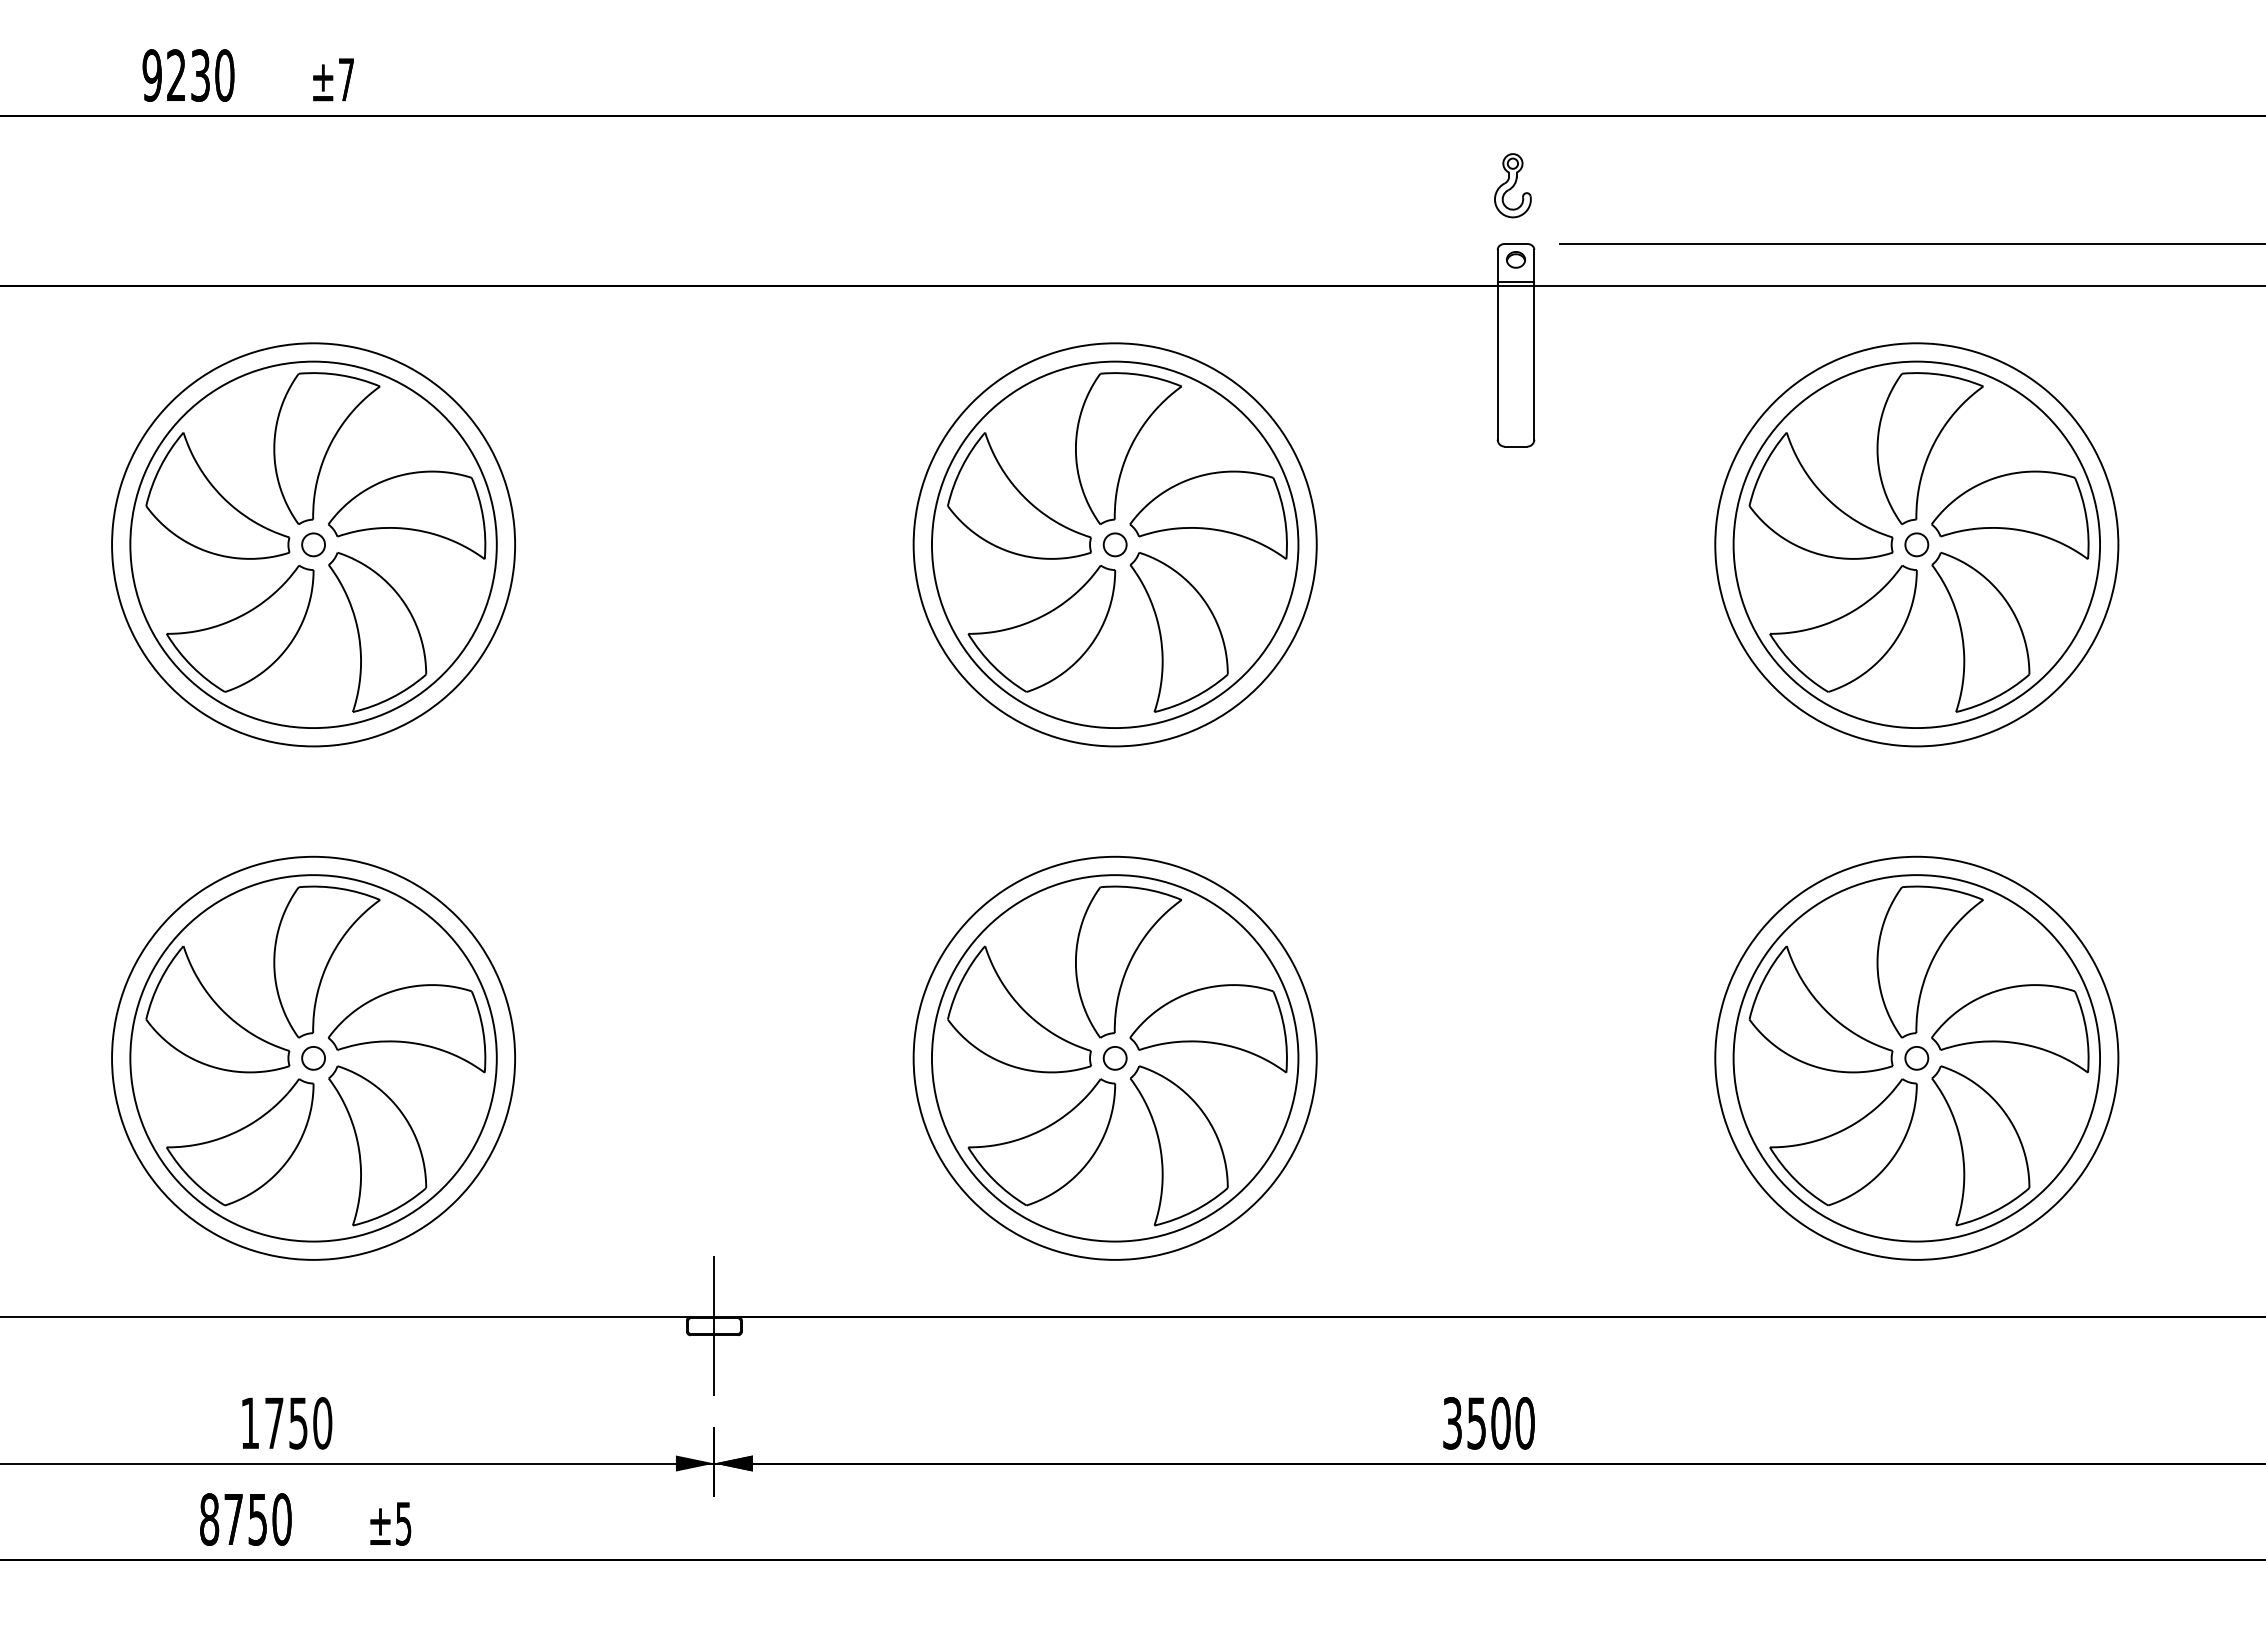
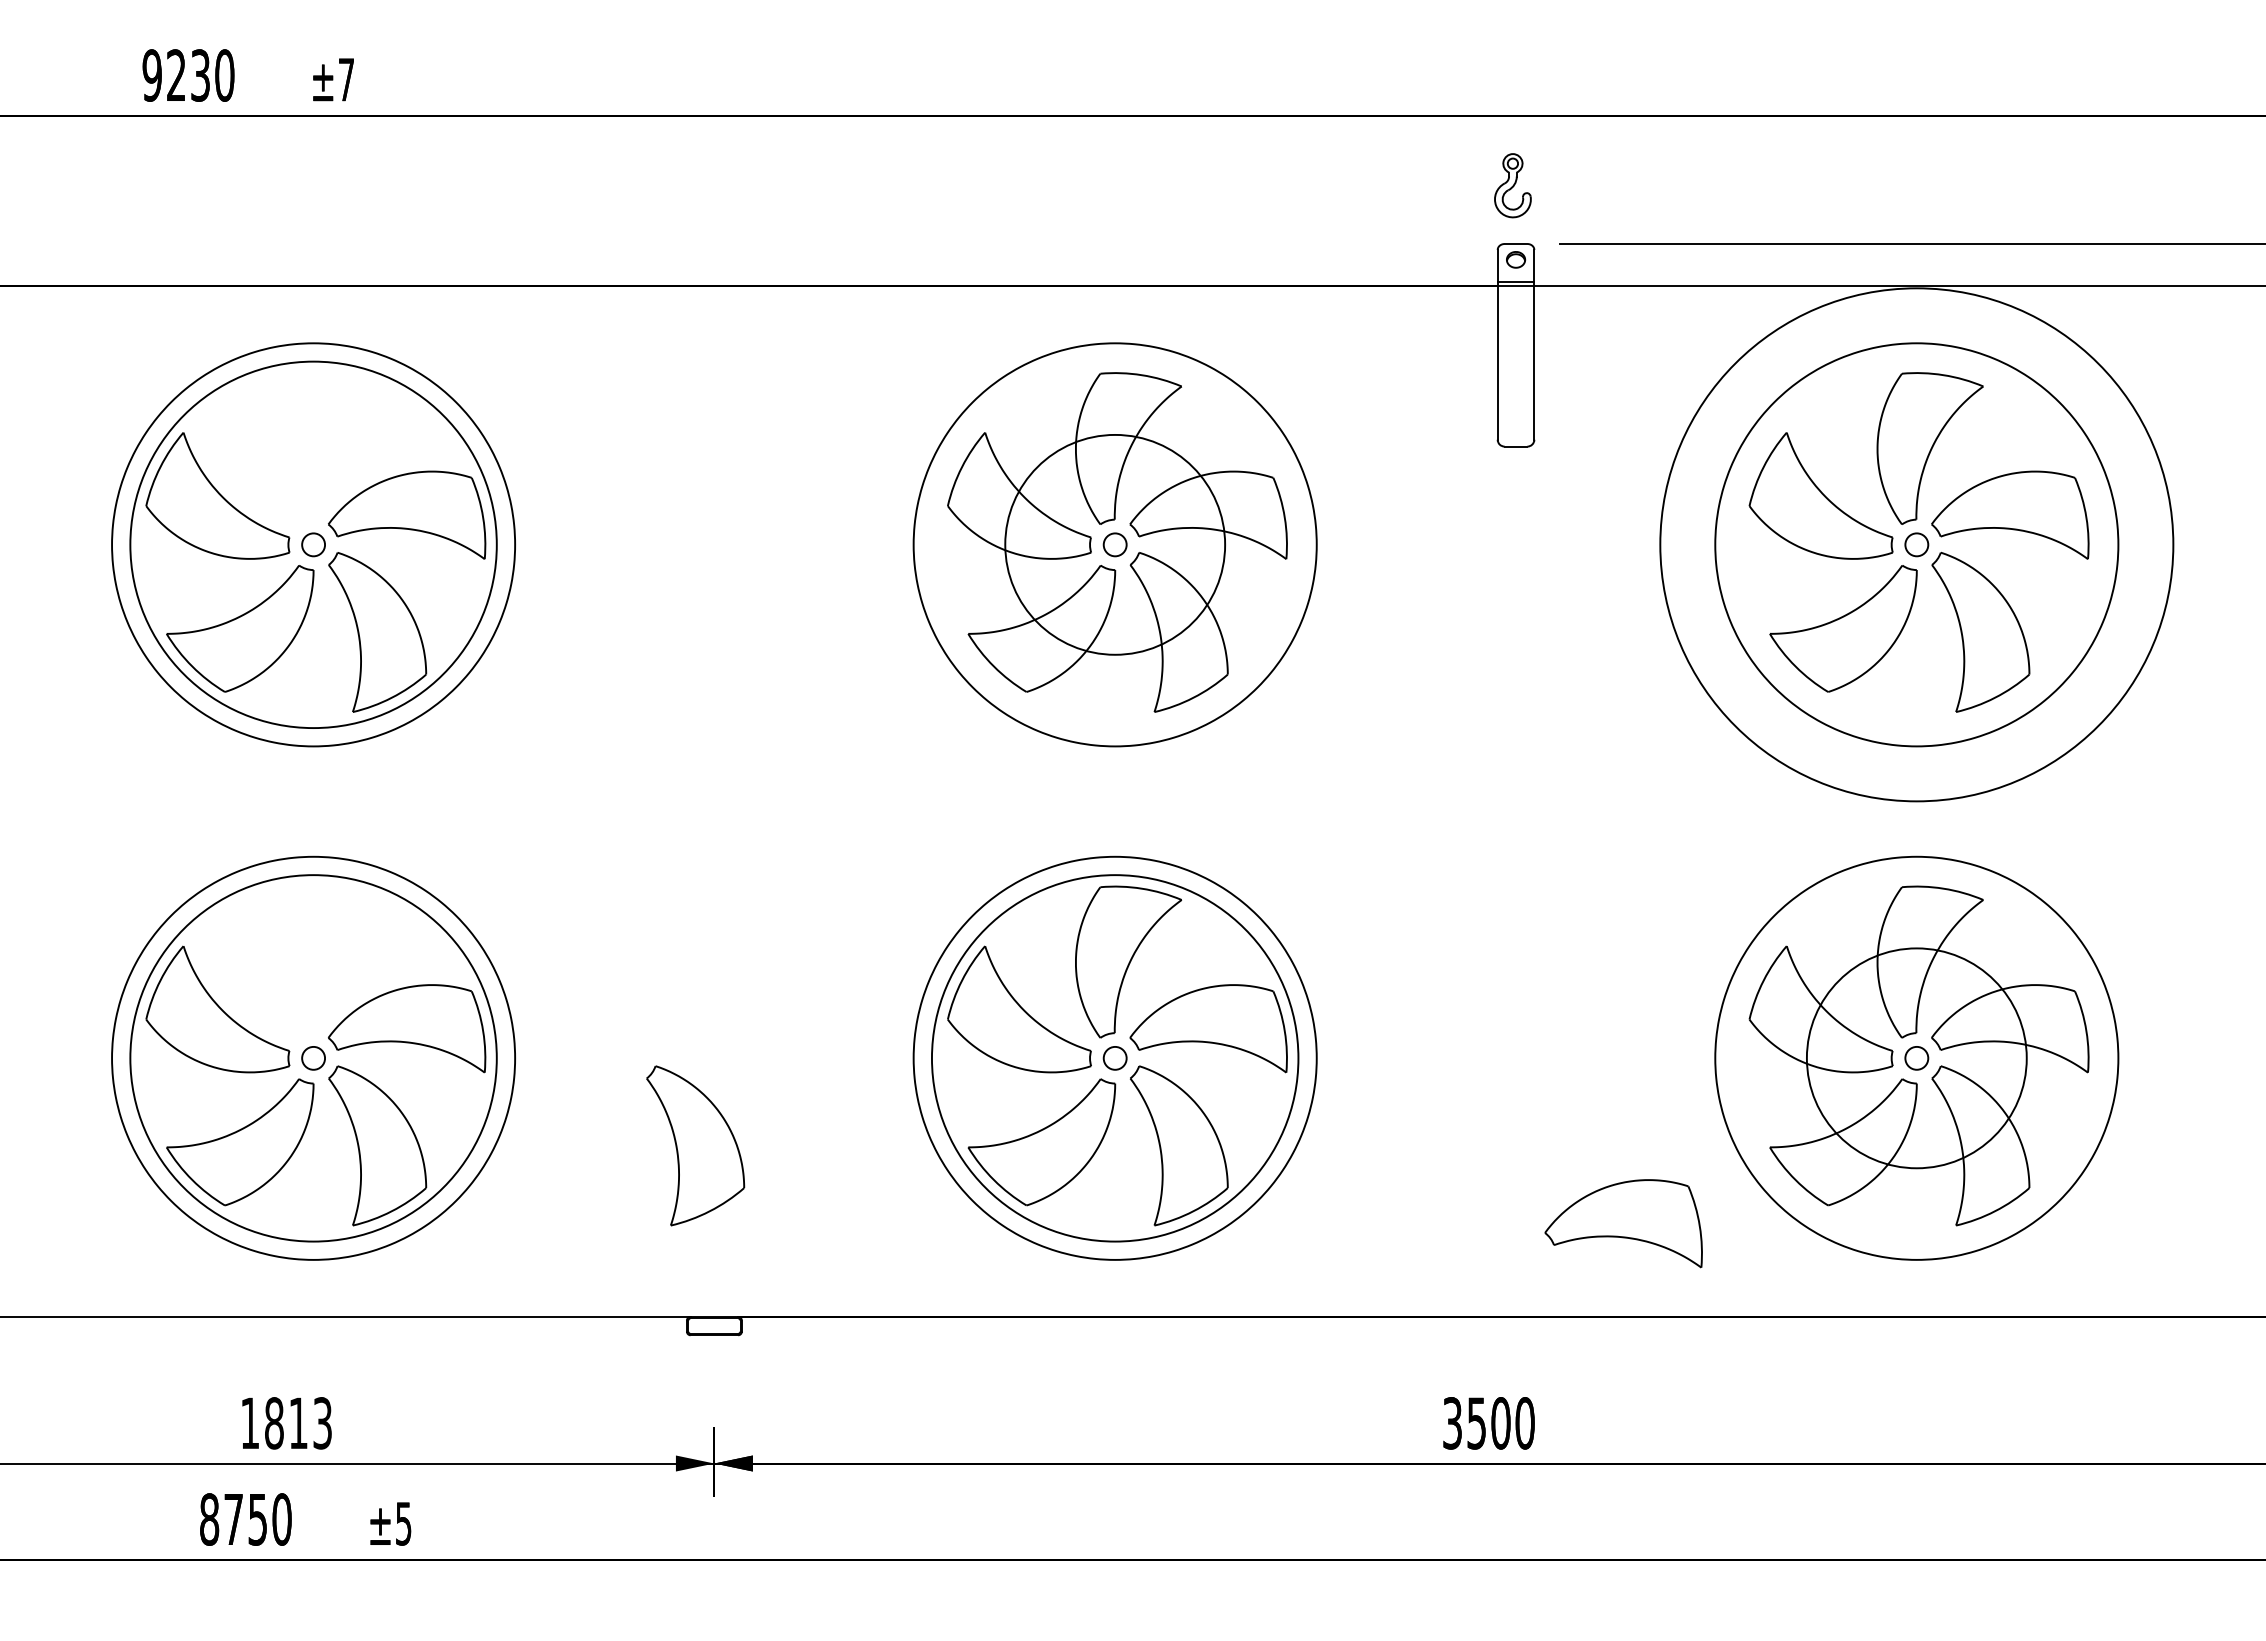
part at (326, 448): present -> none
circle at (1114, 544) diameter: 366 px -> 220 px
circle at (1916, 544) diameter: 366 px -> 513 px
part at (326, 961): present -> none
circle at (1916, 1058) diameter: 366 px -> 220 px
part at (695, 1145): none -> present
part at (1623, 1223): none -> present
line at (714, 1325): present -> none
text at (298, 1423): 1750 -> 1813
